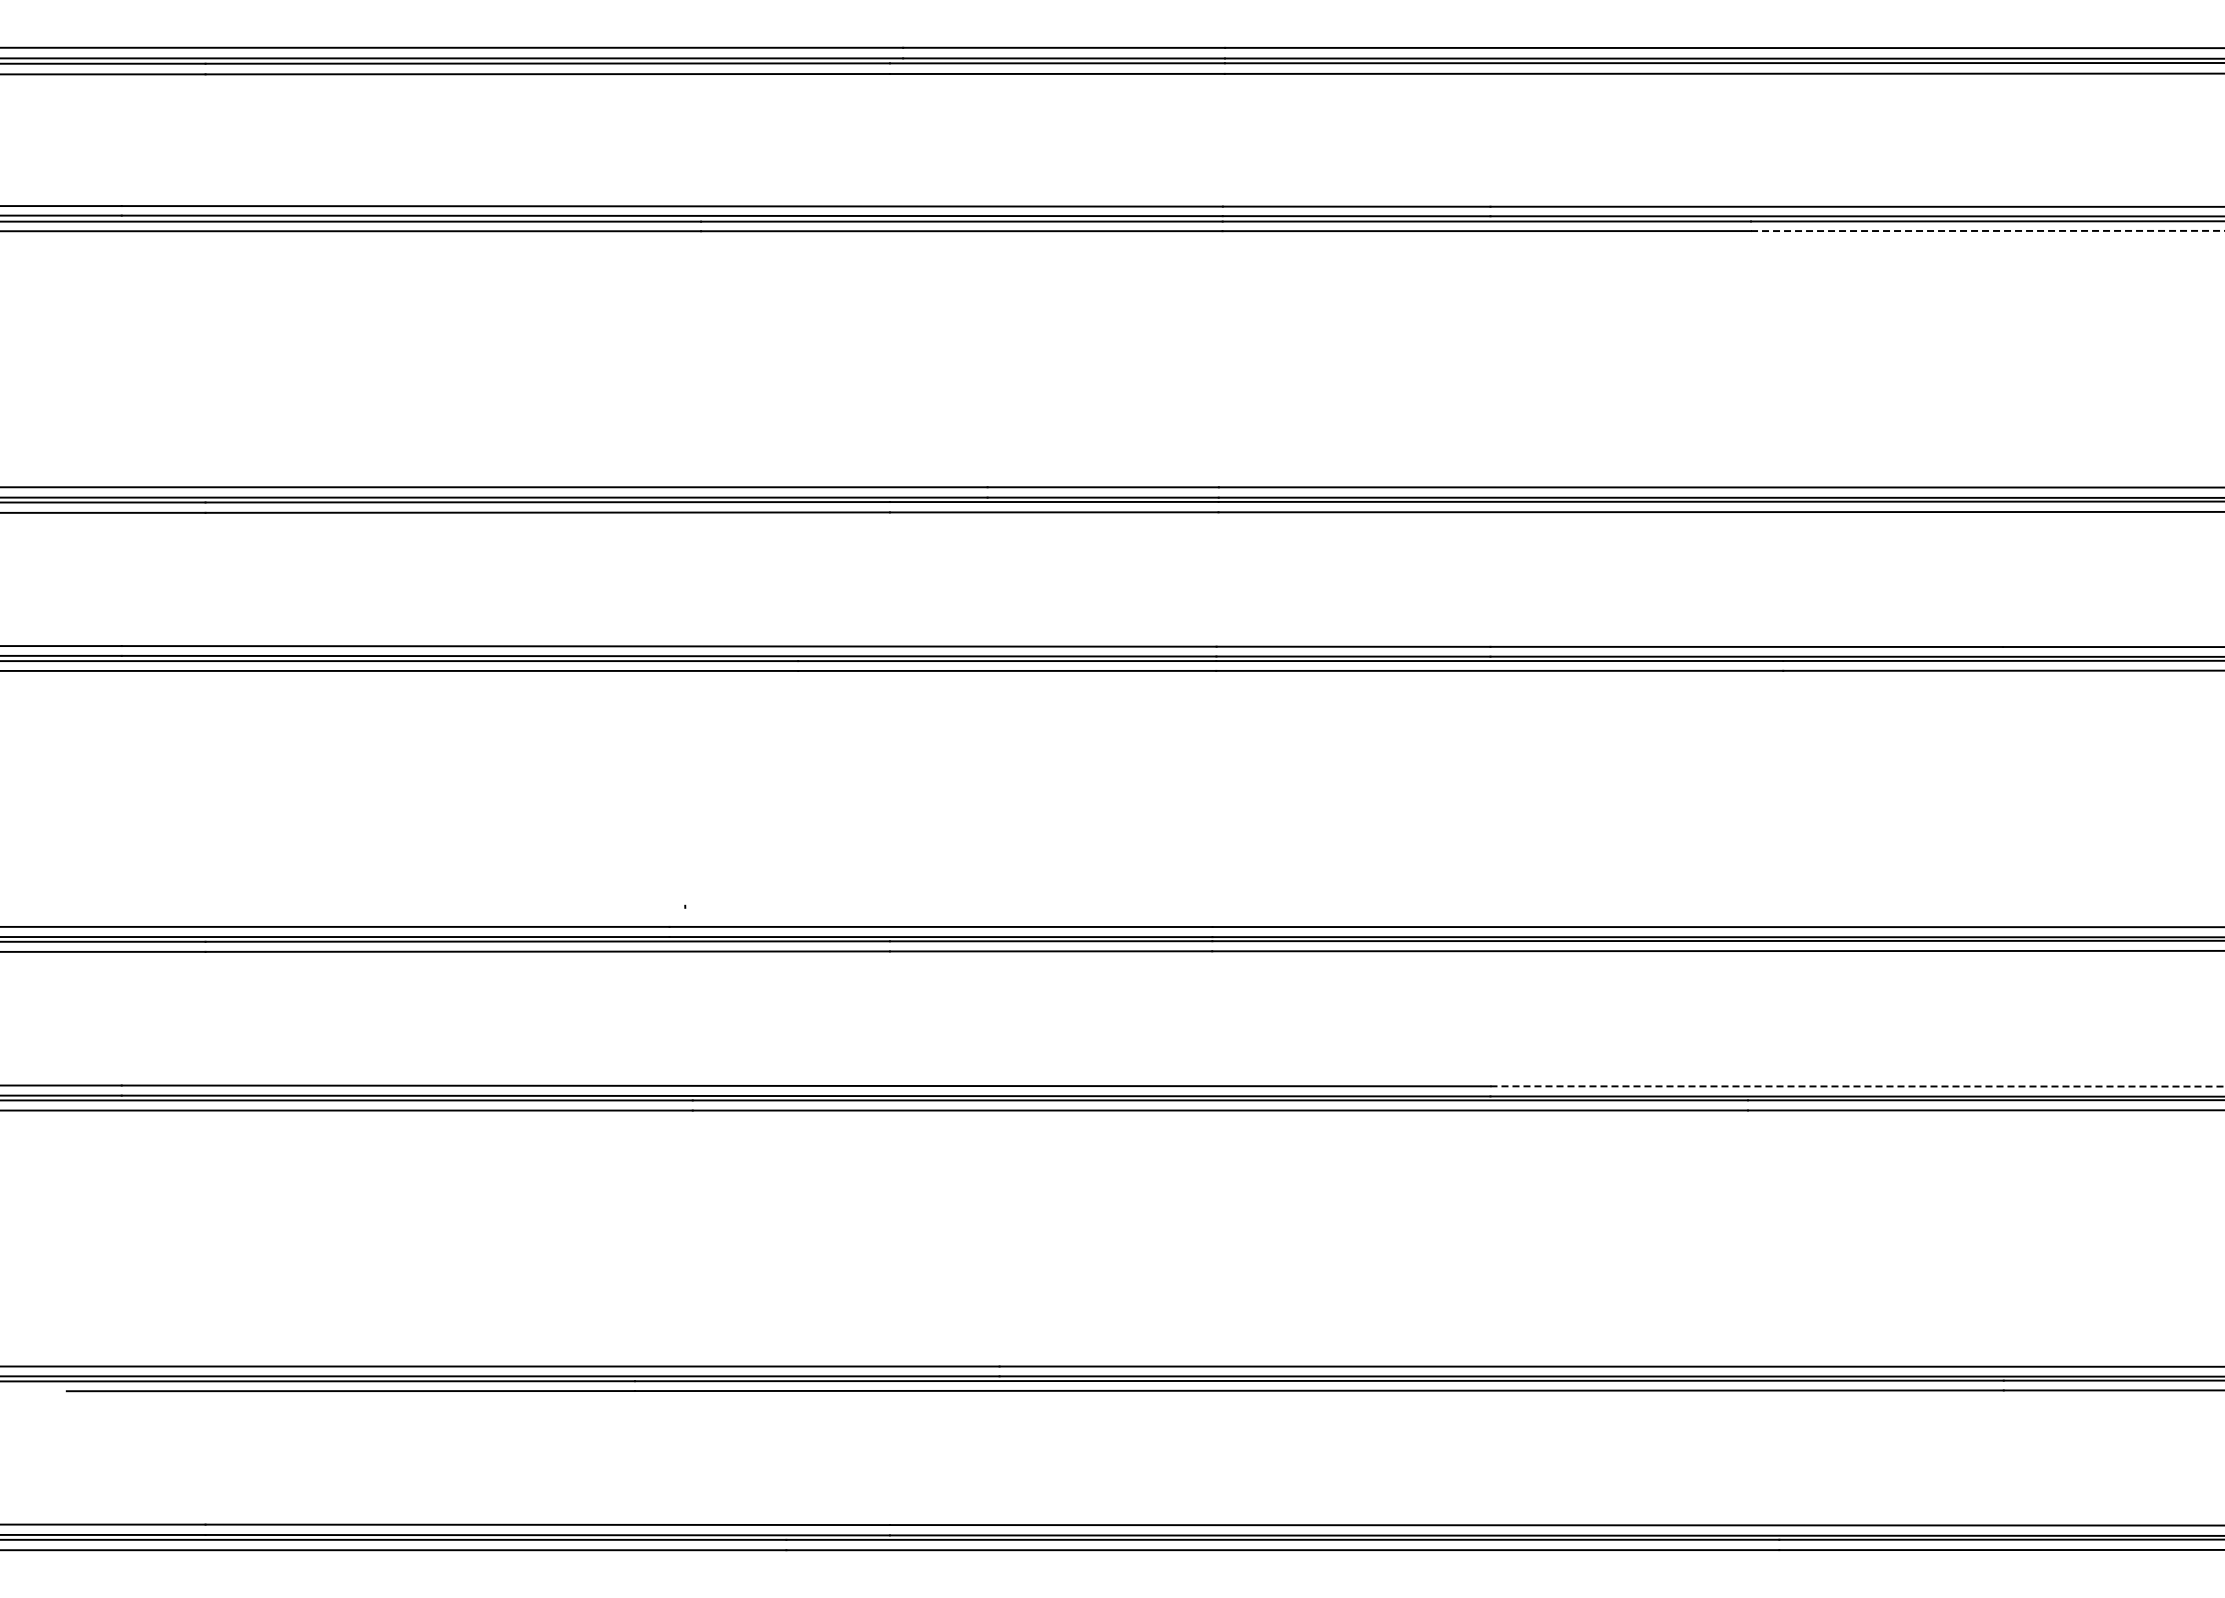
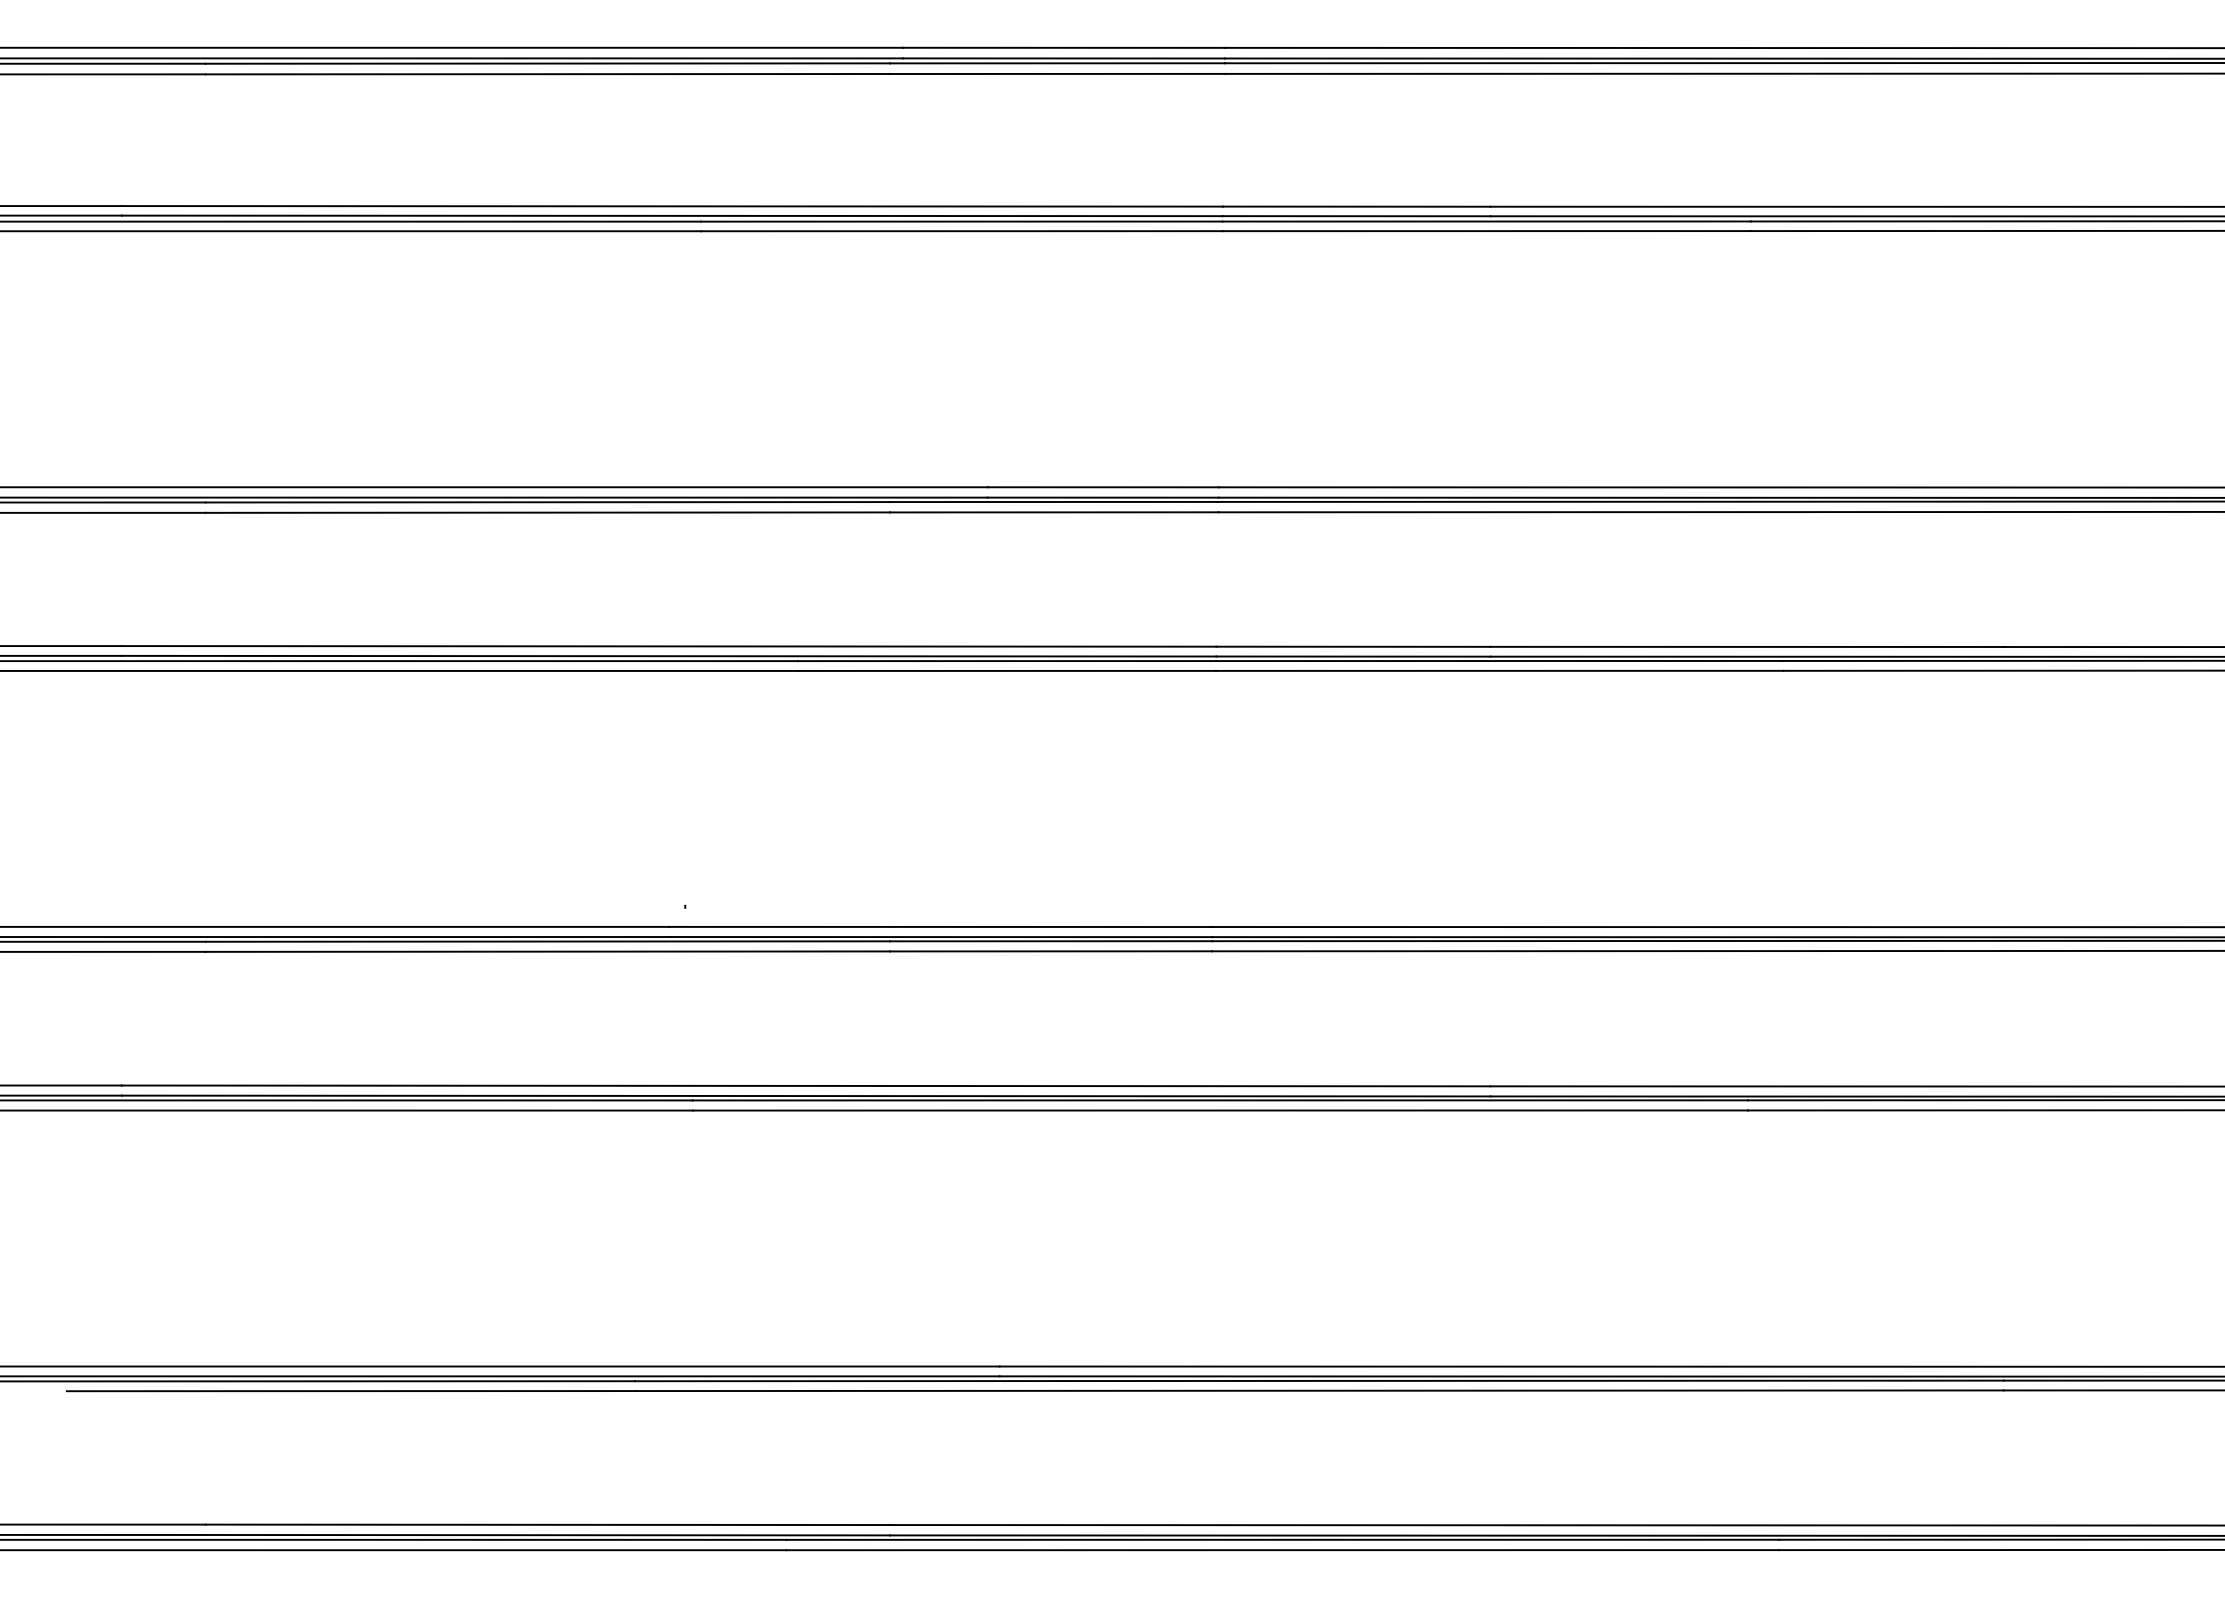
line at (1988, 230): dashed -> solid
line at (1858, 1086): dashed -> solid
